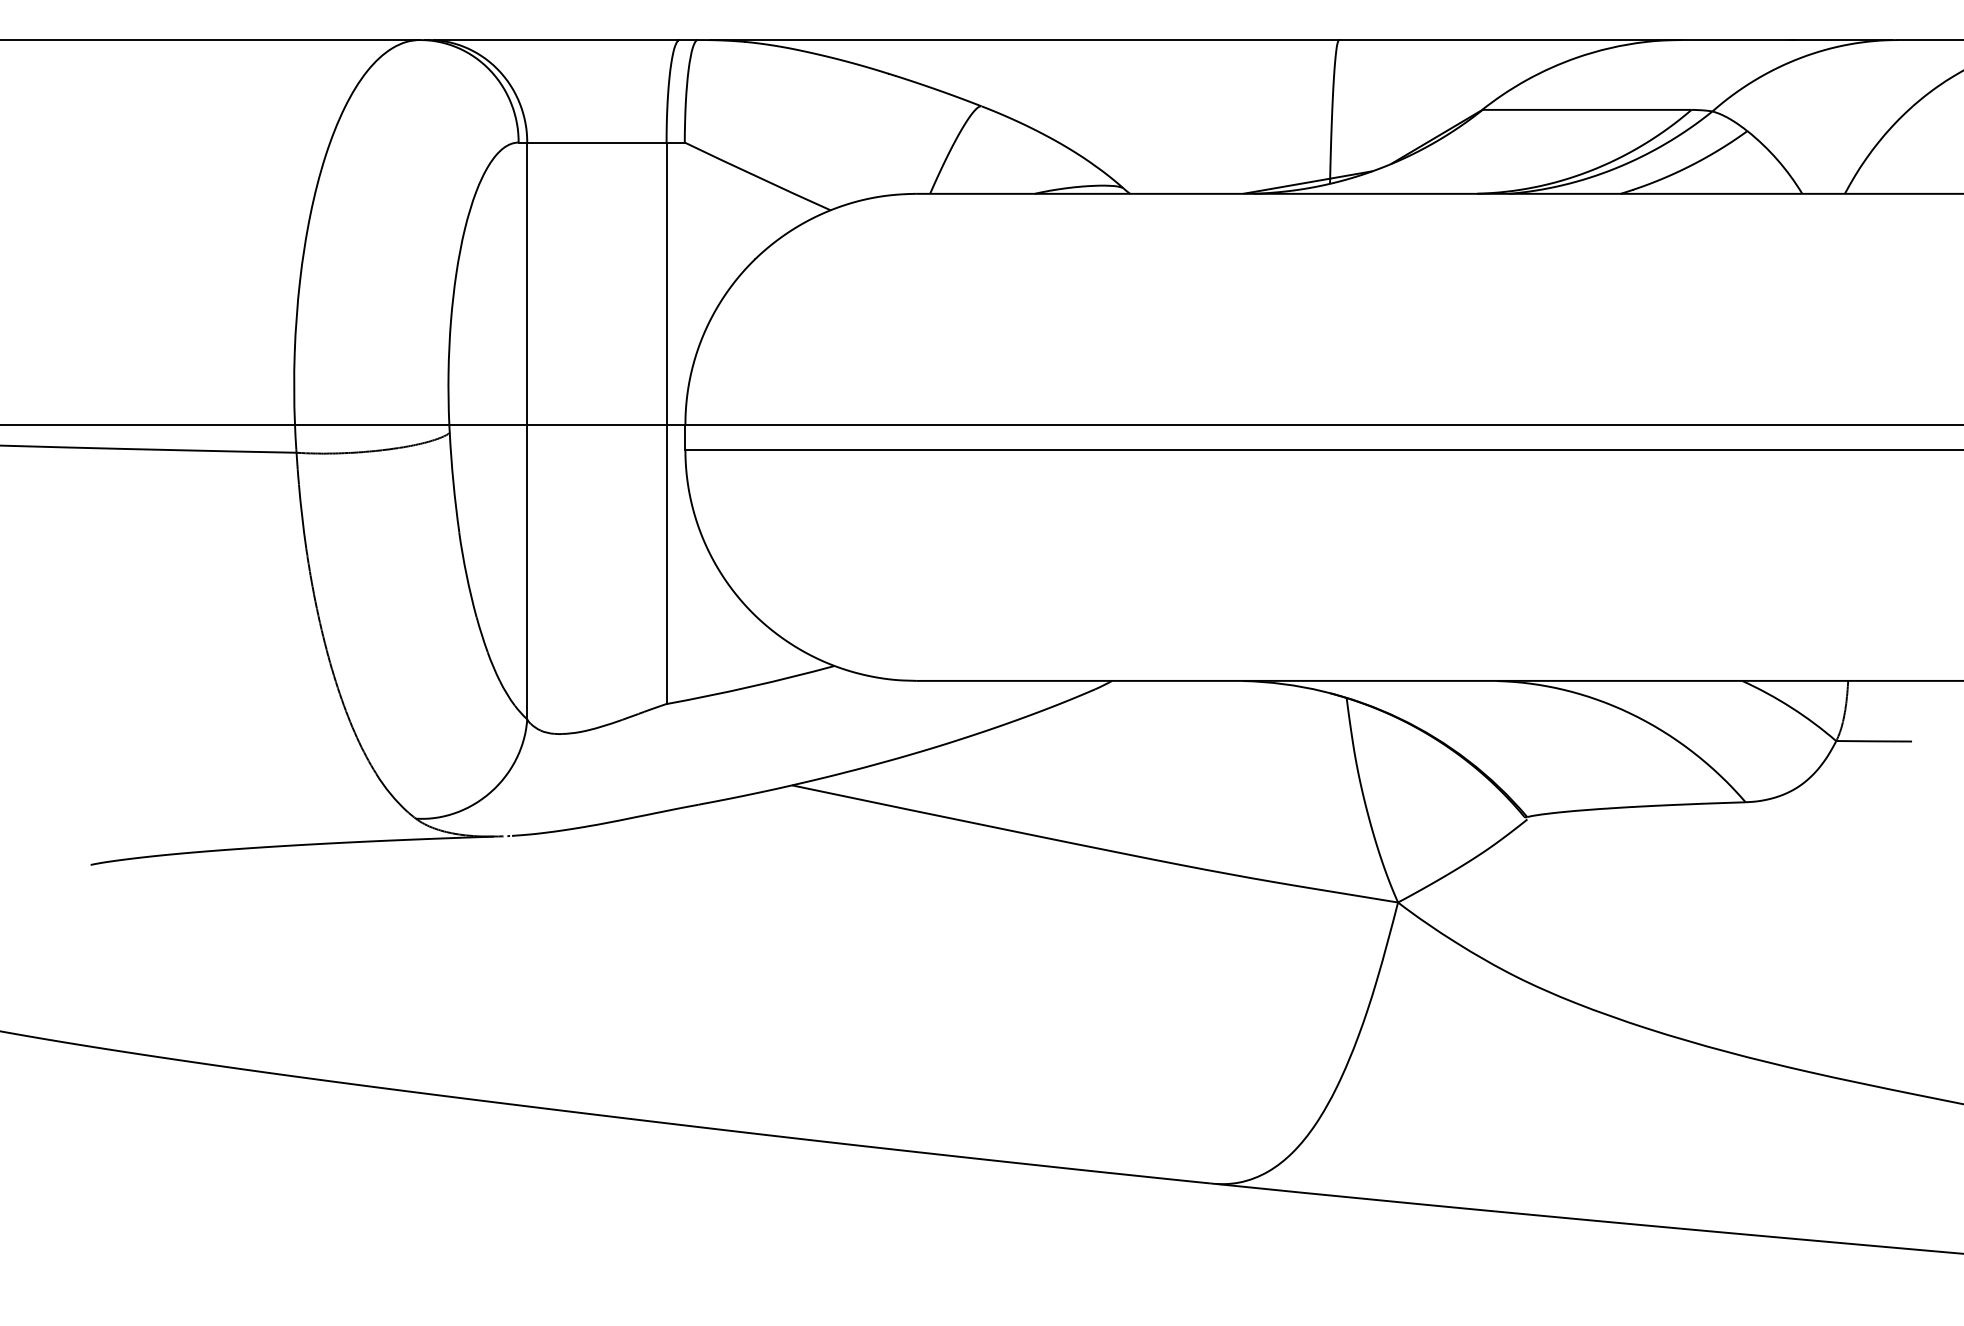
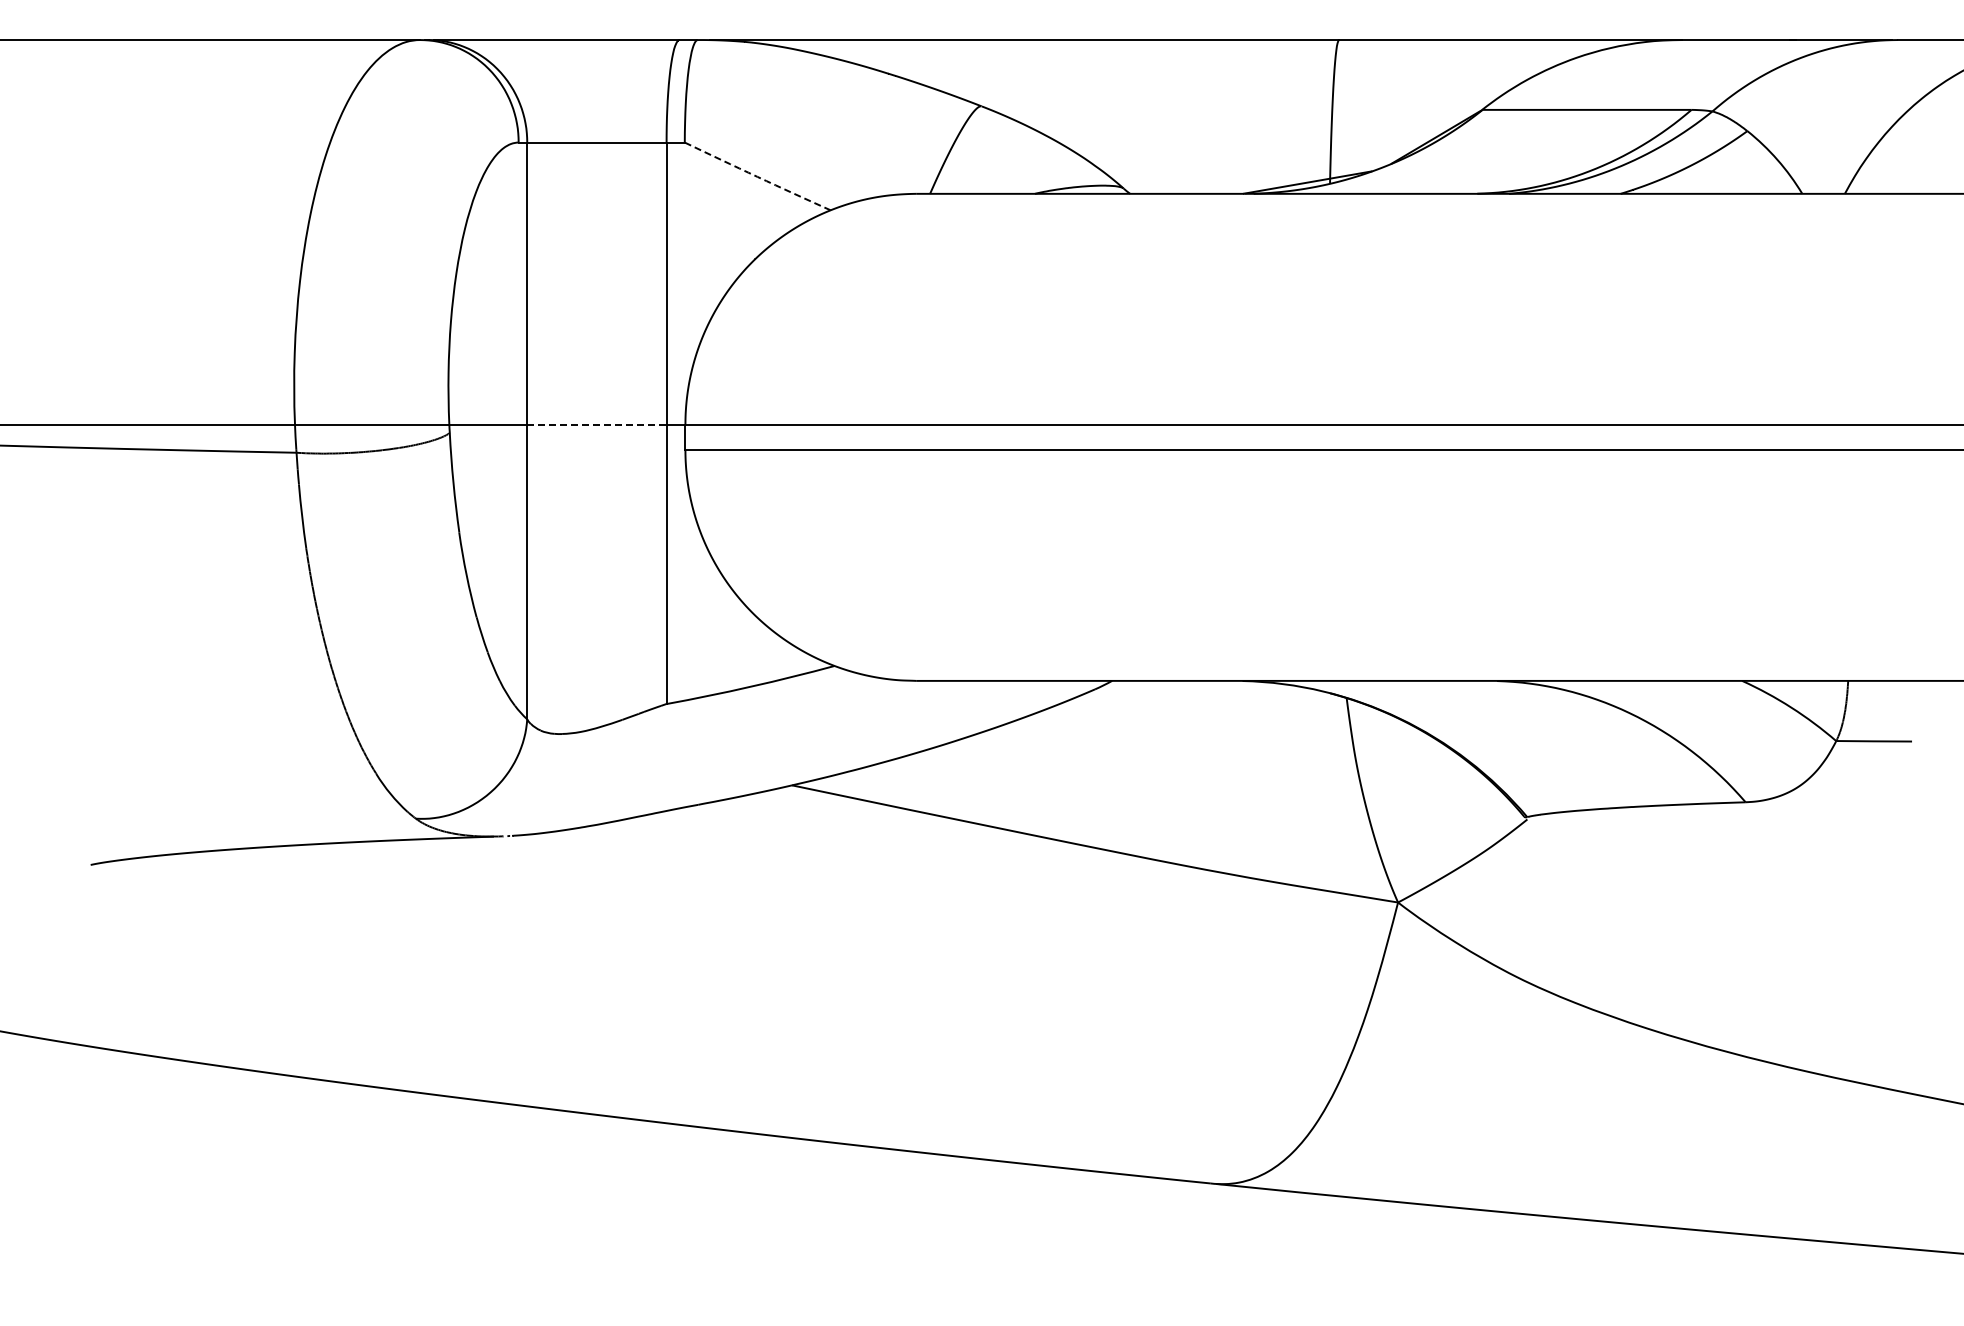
arc at (757, 176): solid -> dashed
line at (596, 424): solid -> dashed
